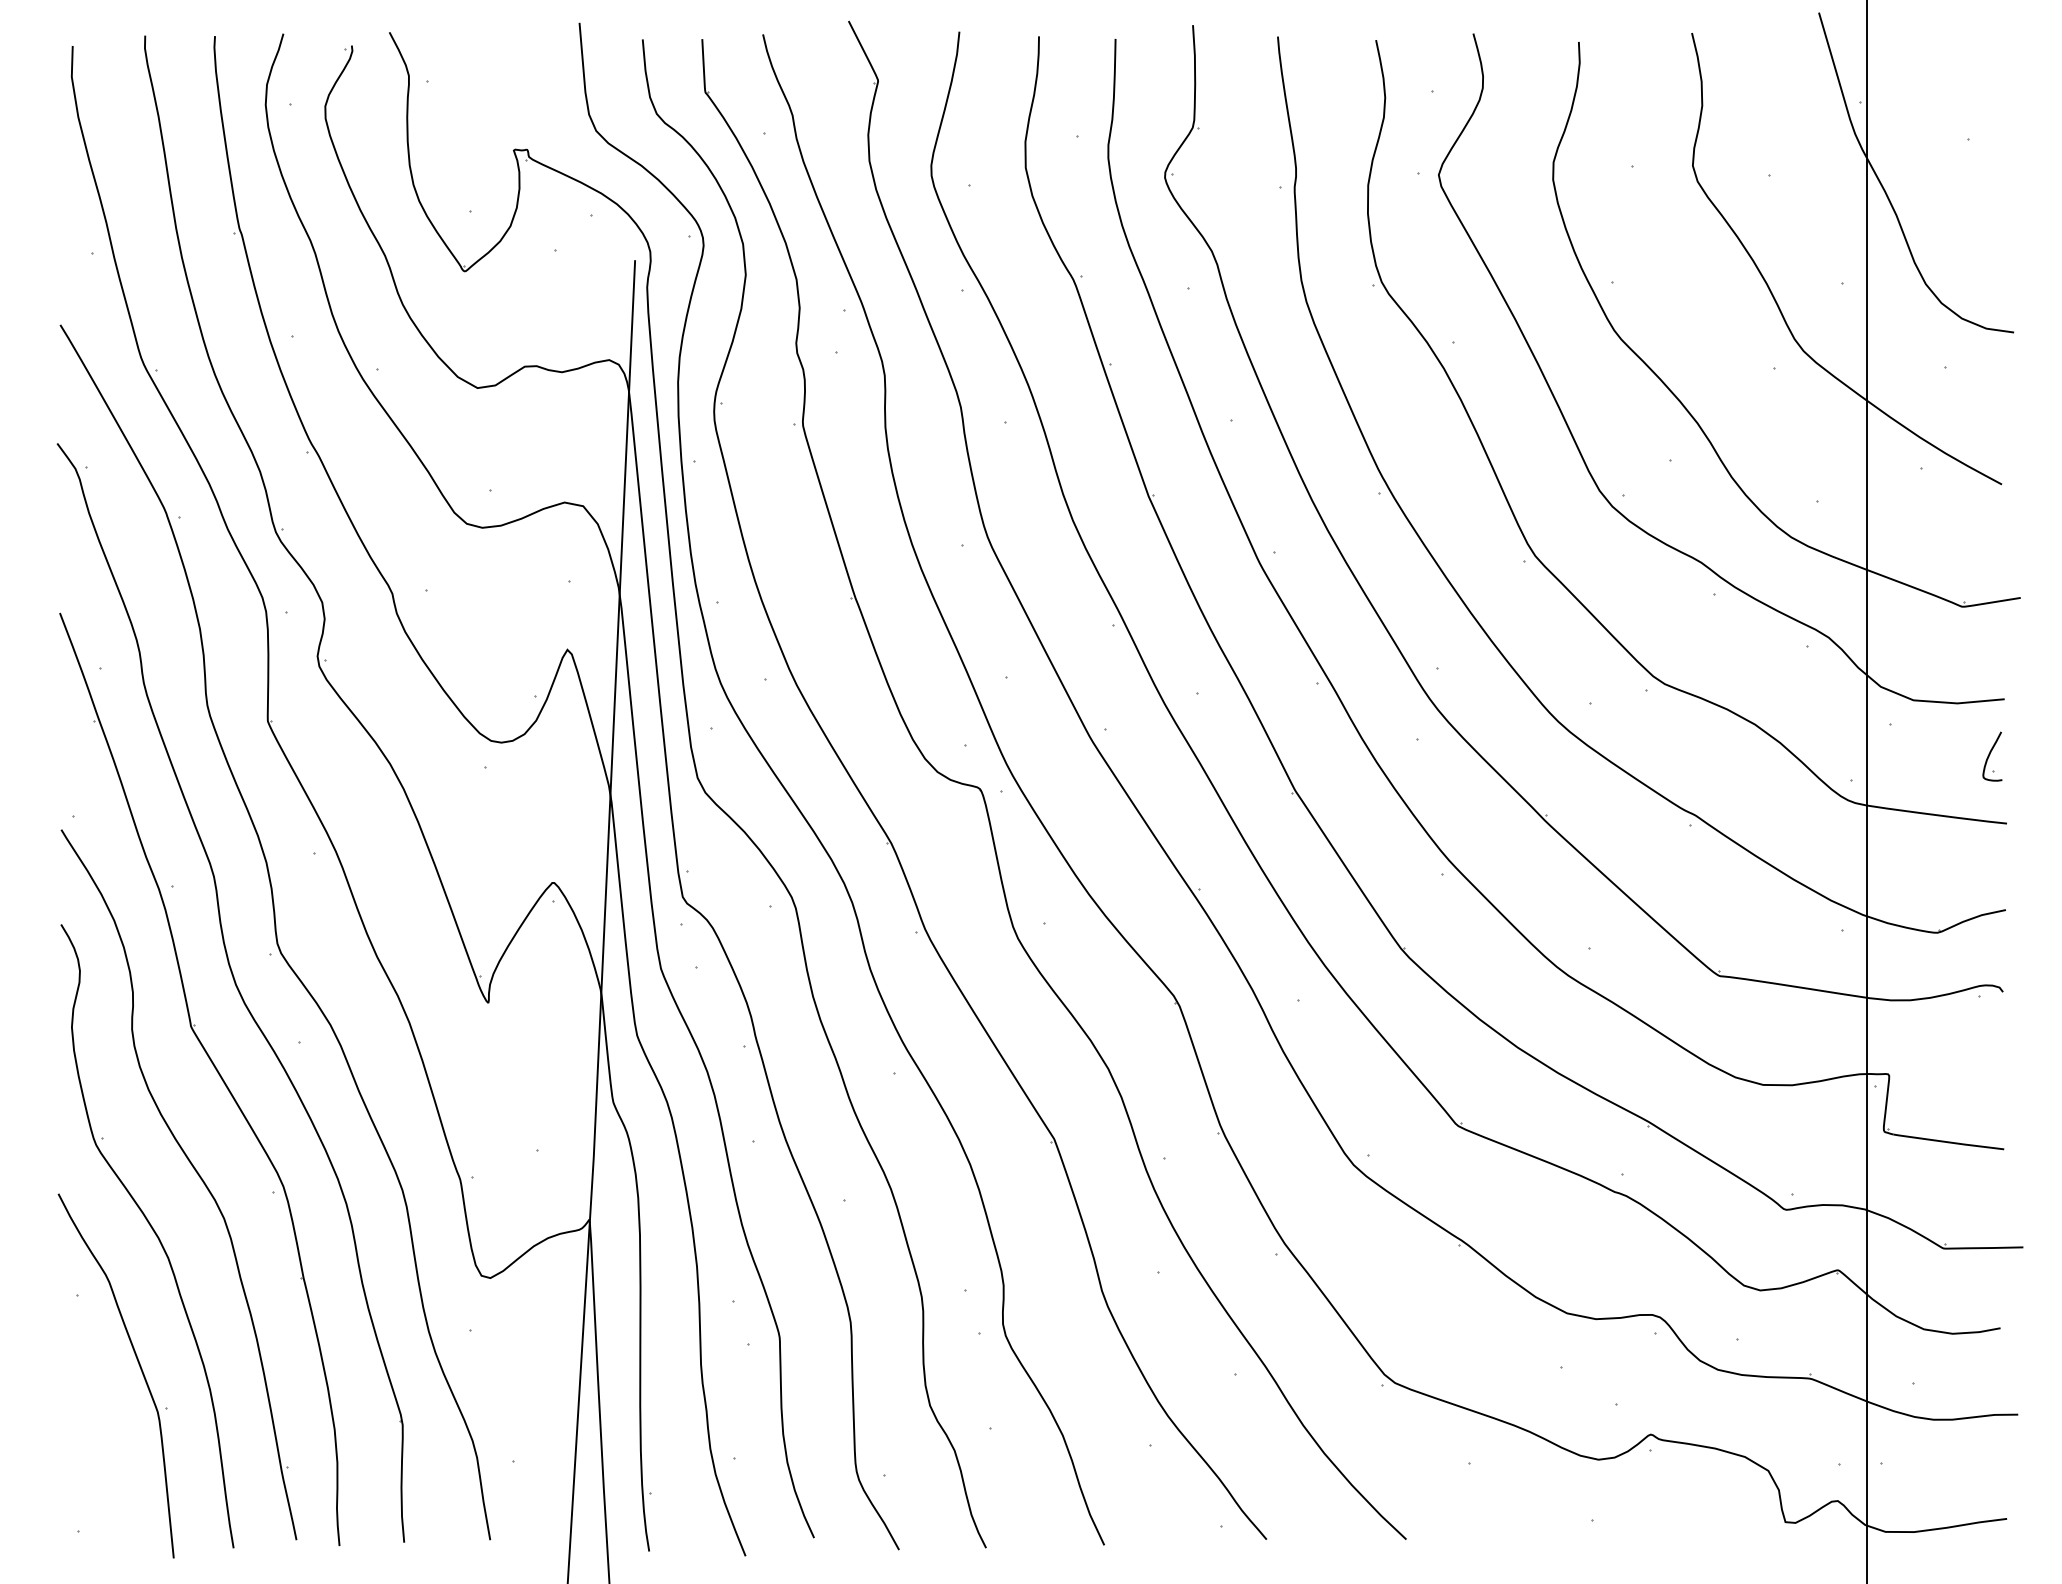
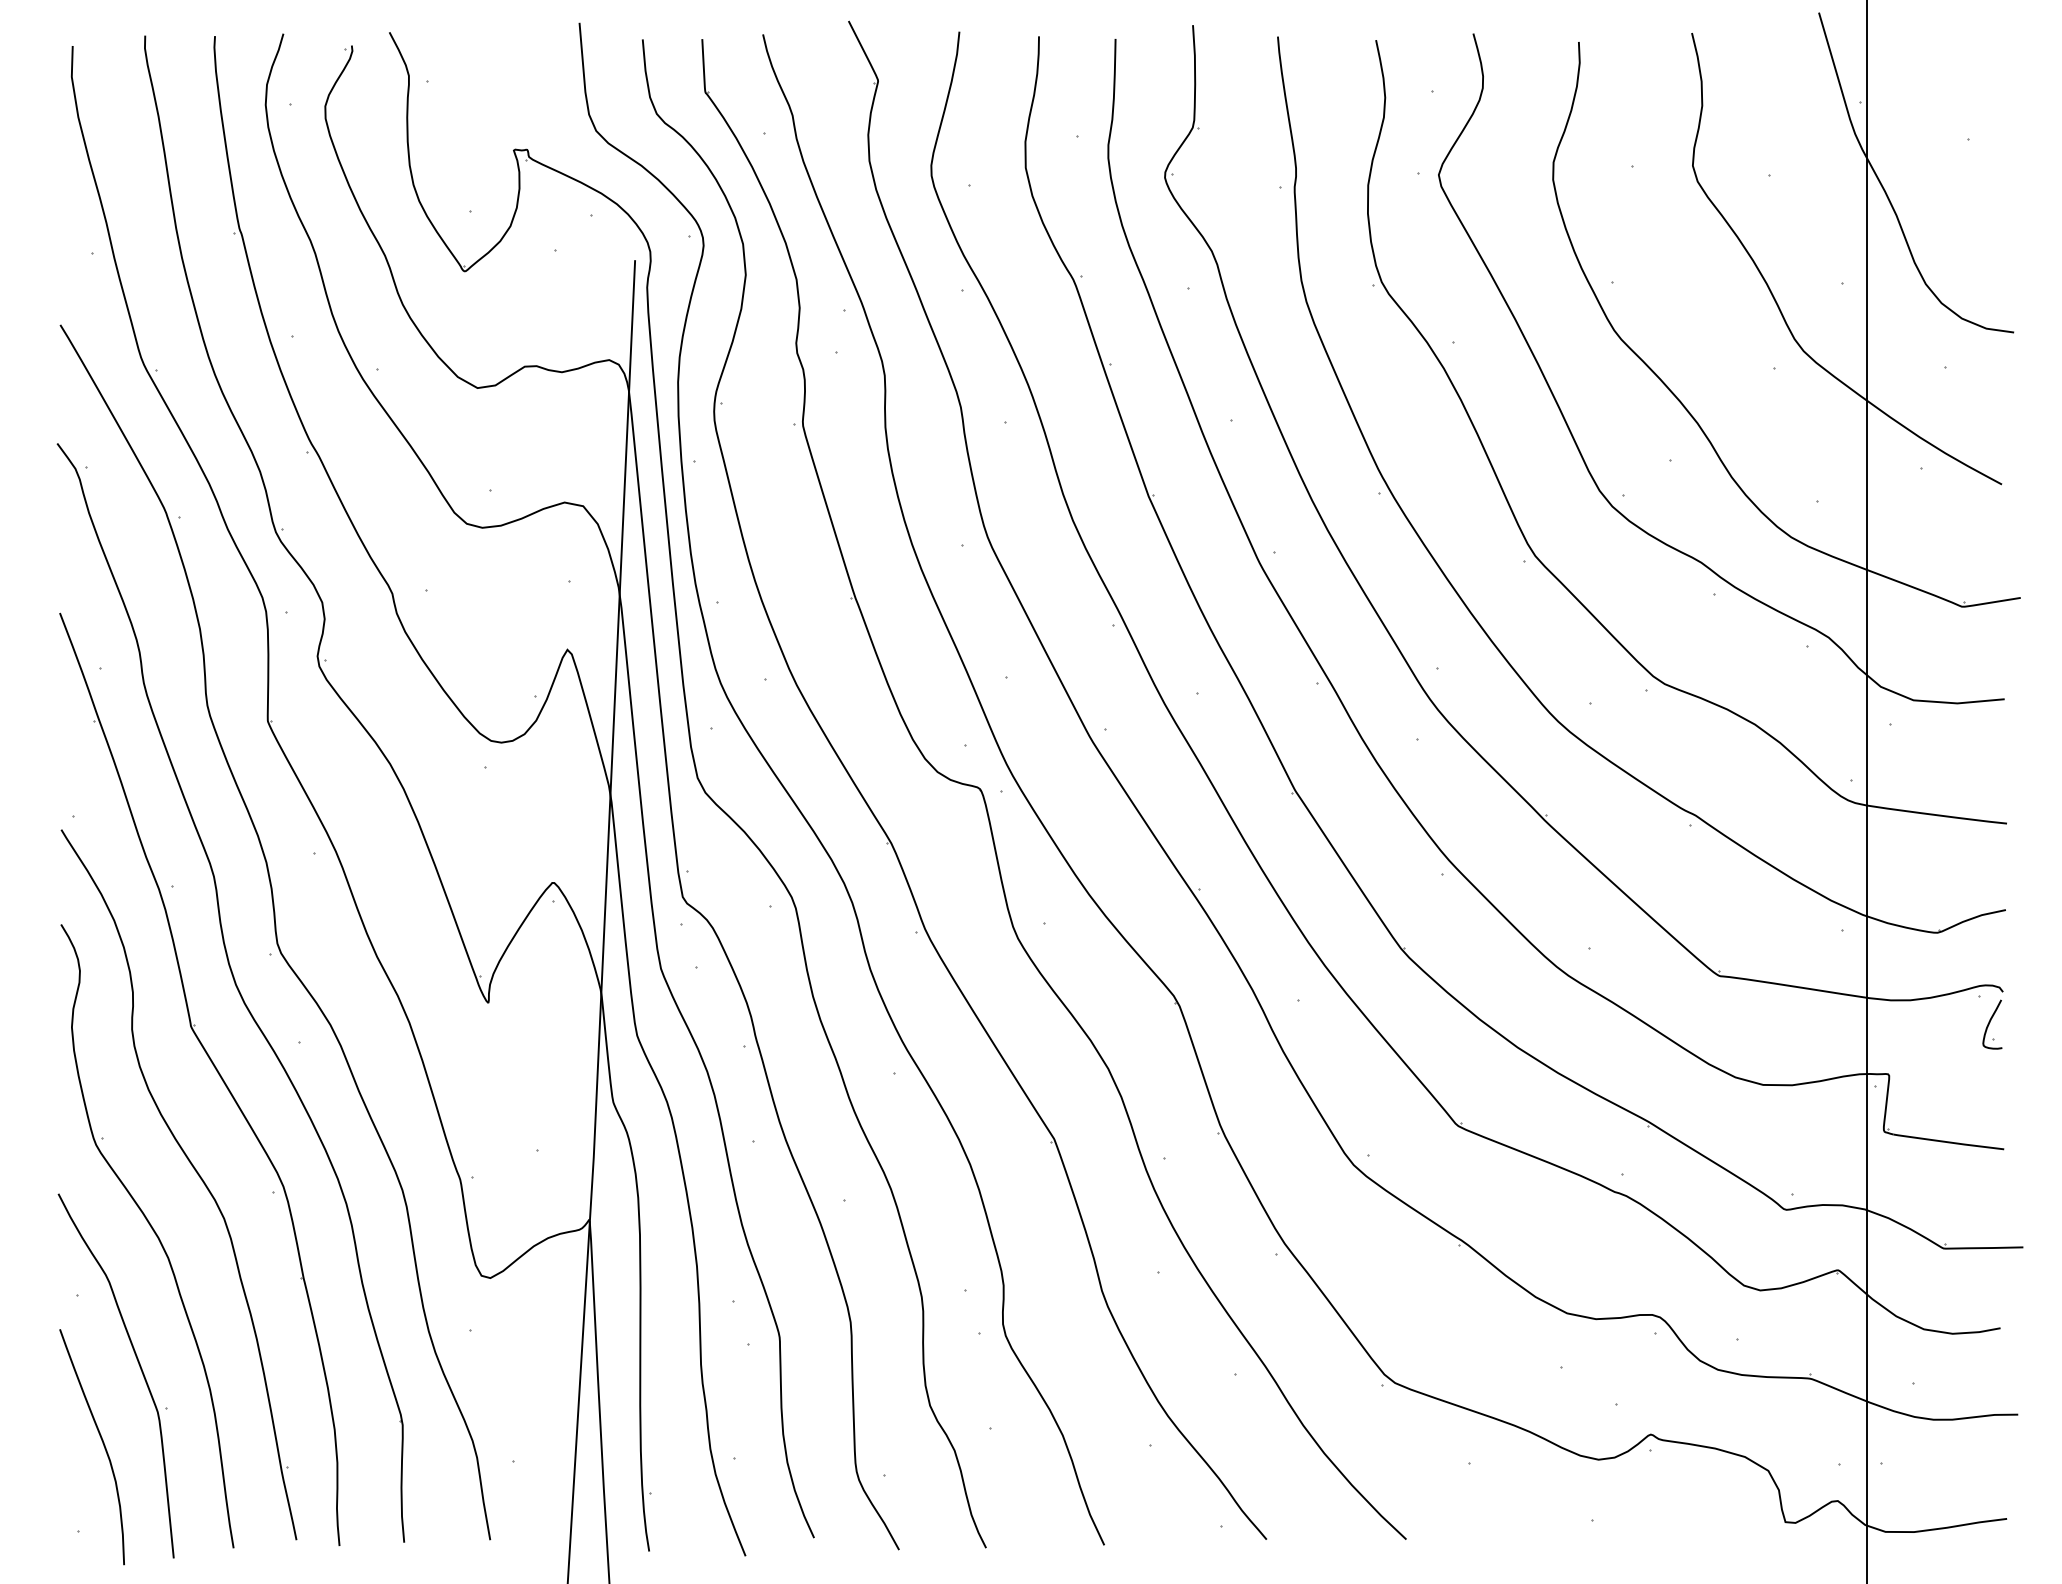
part at (1992, 756) position: (1992, 756) -> (1992, 1024)
curve at (102, 1443): none -> present
